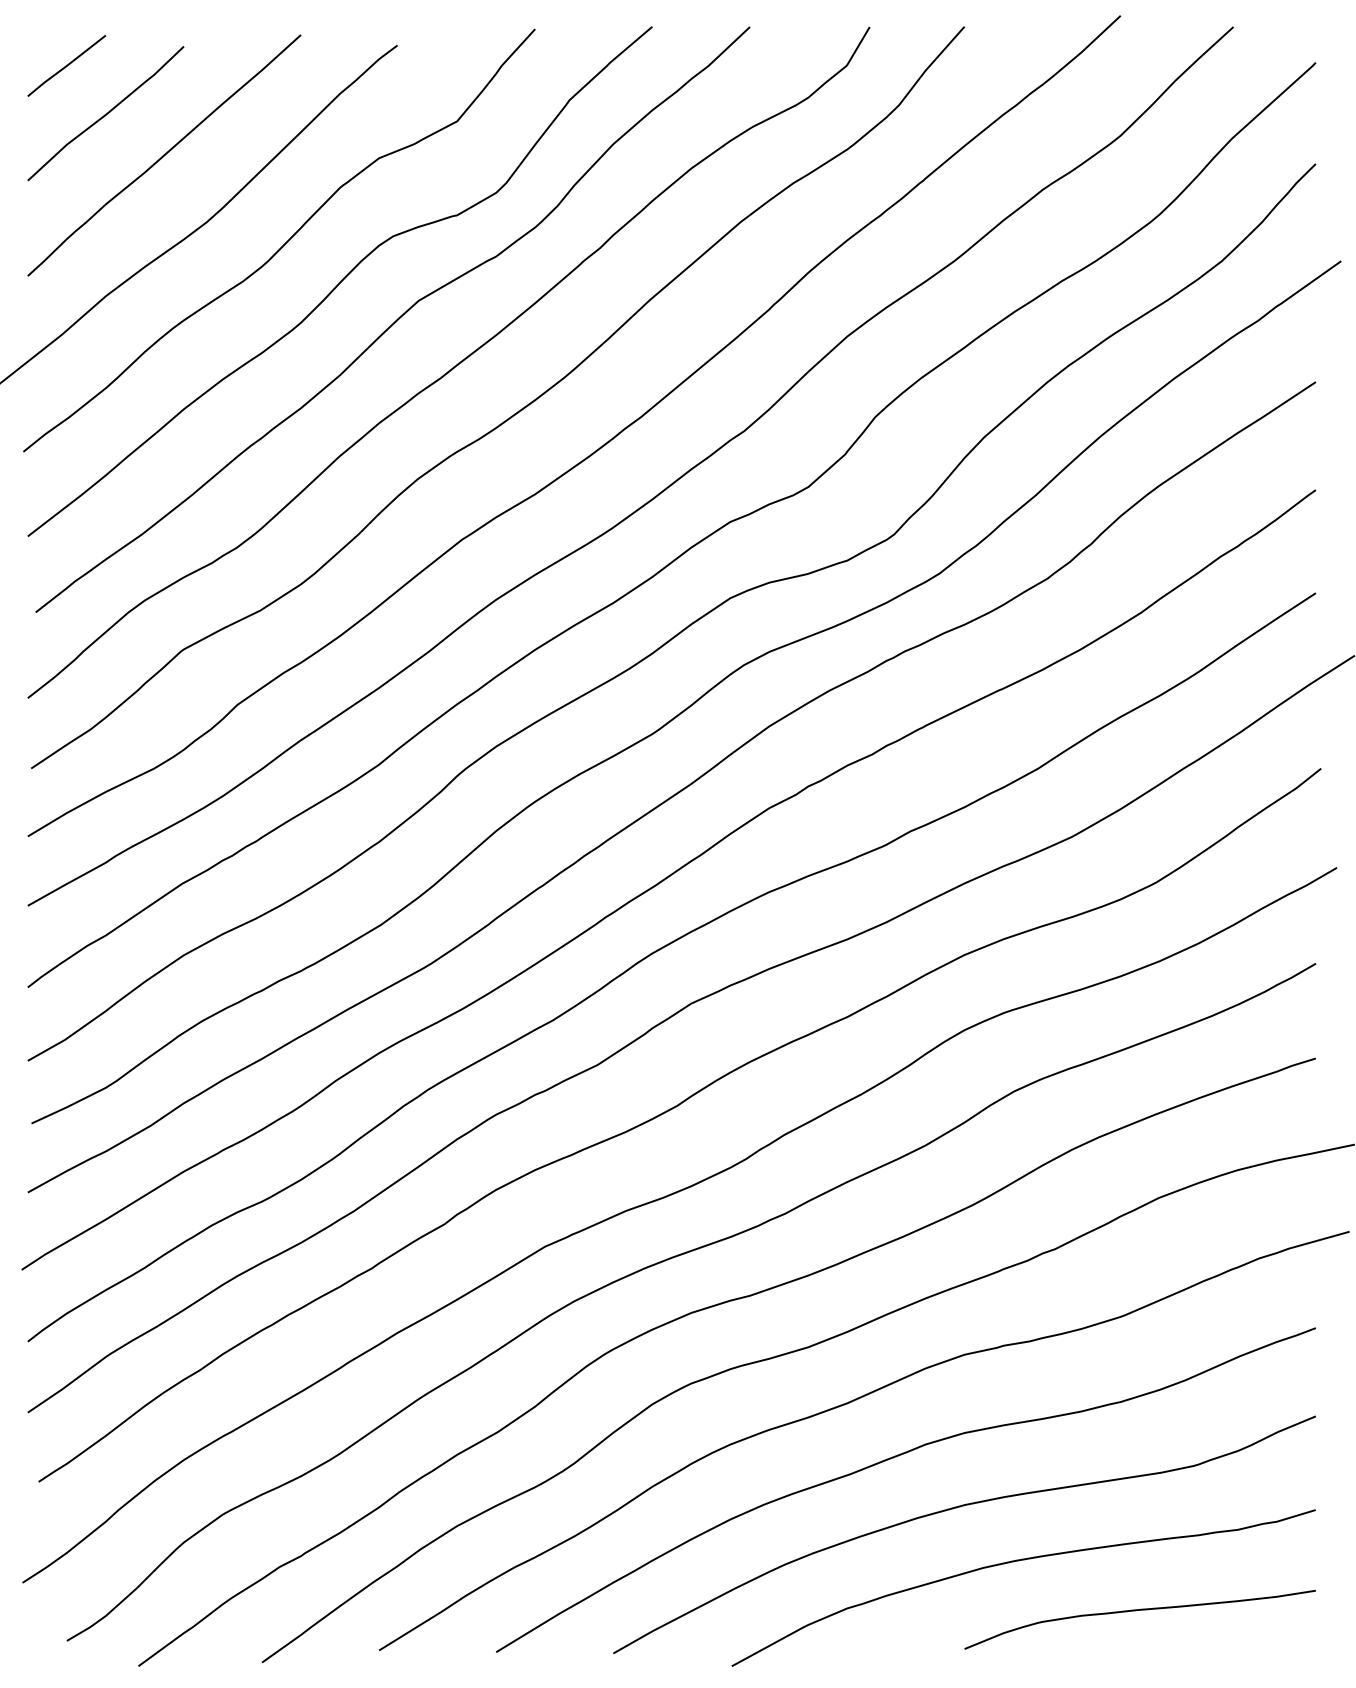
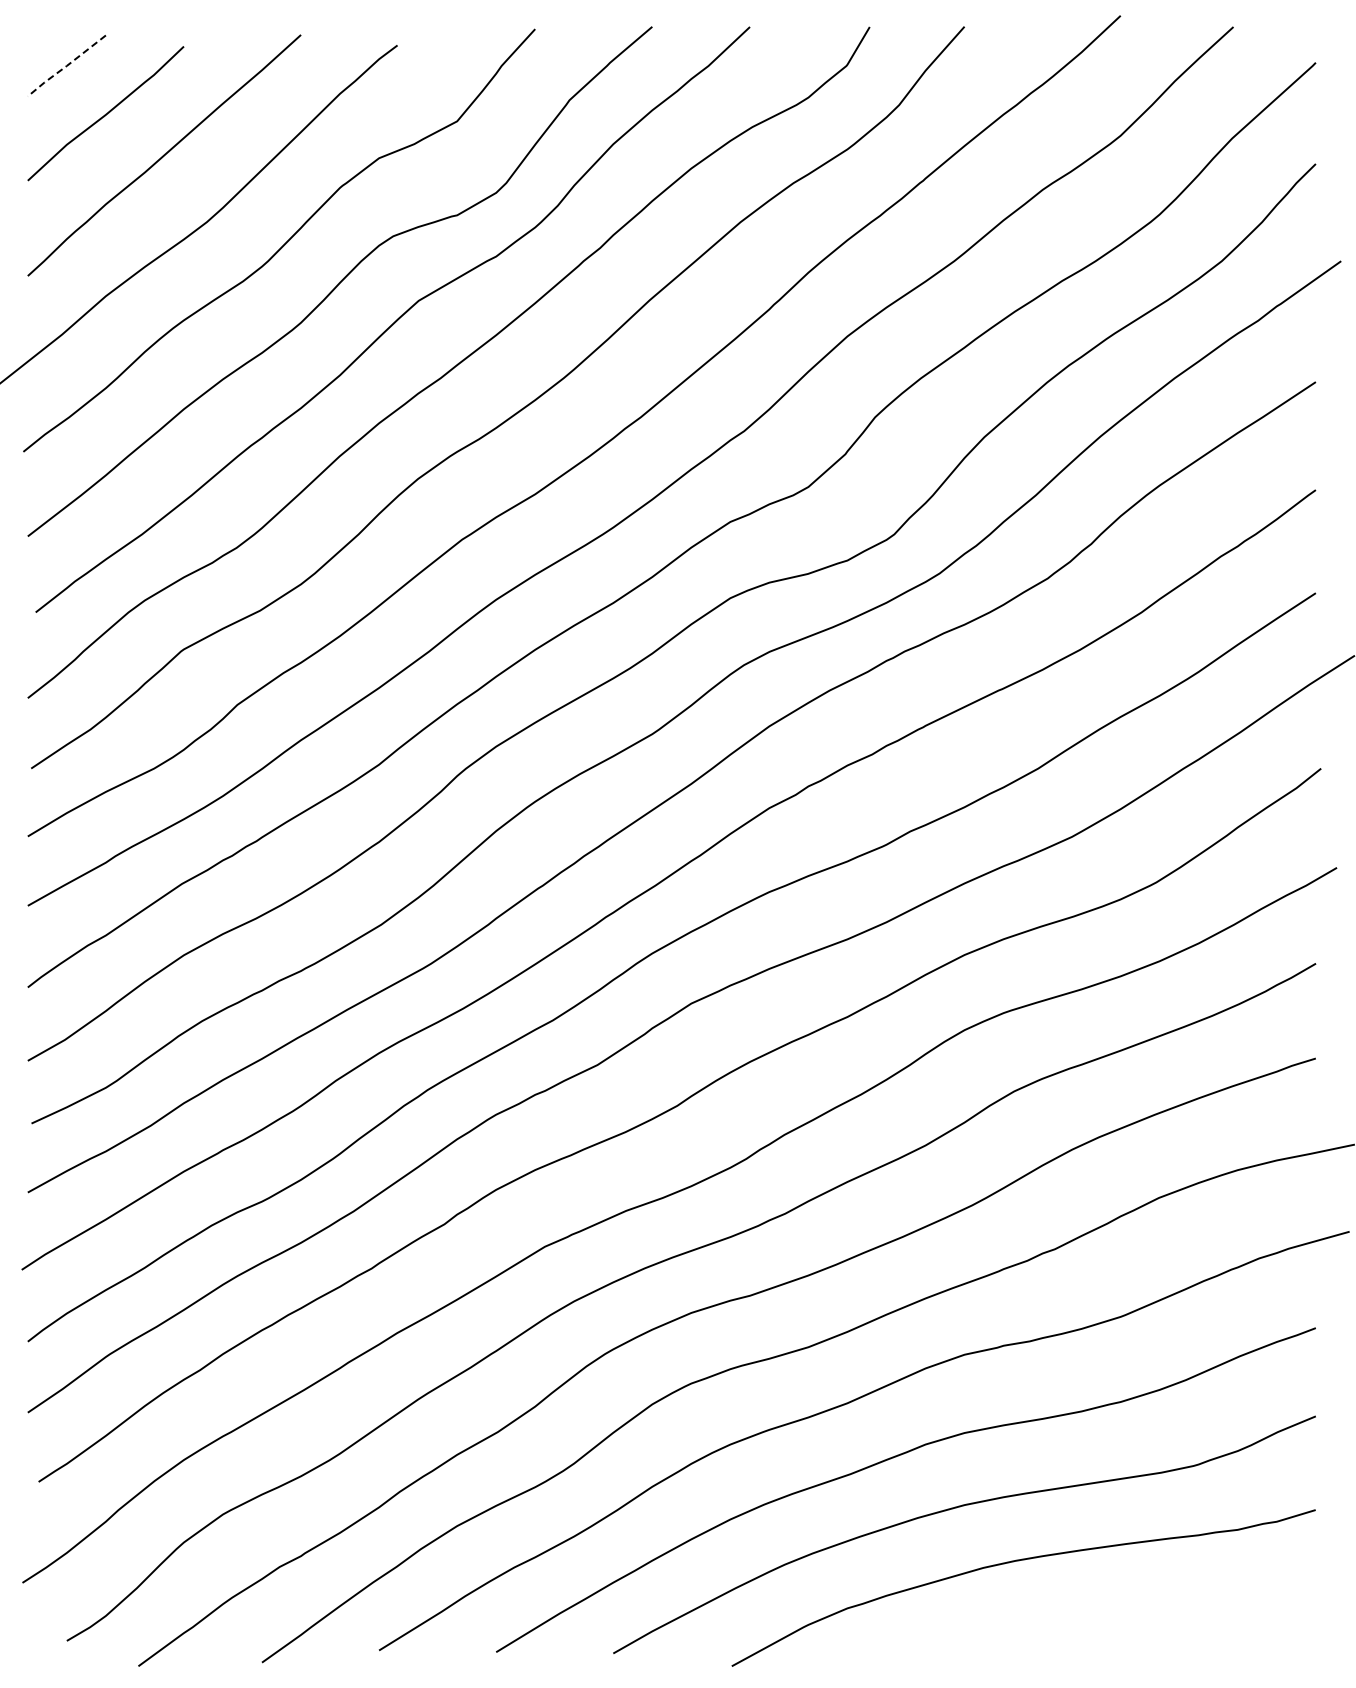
line at (66, 66): solid -> dashed
curve at (1136, 1611): present -> none
